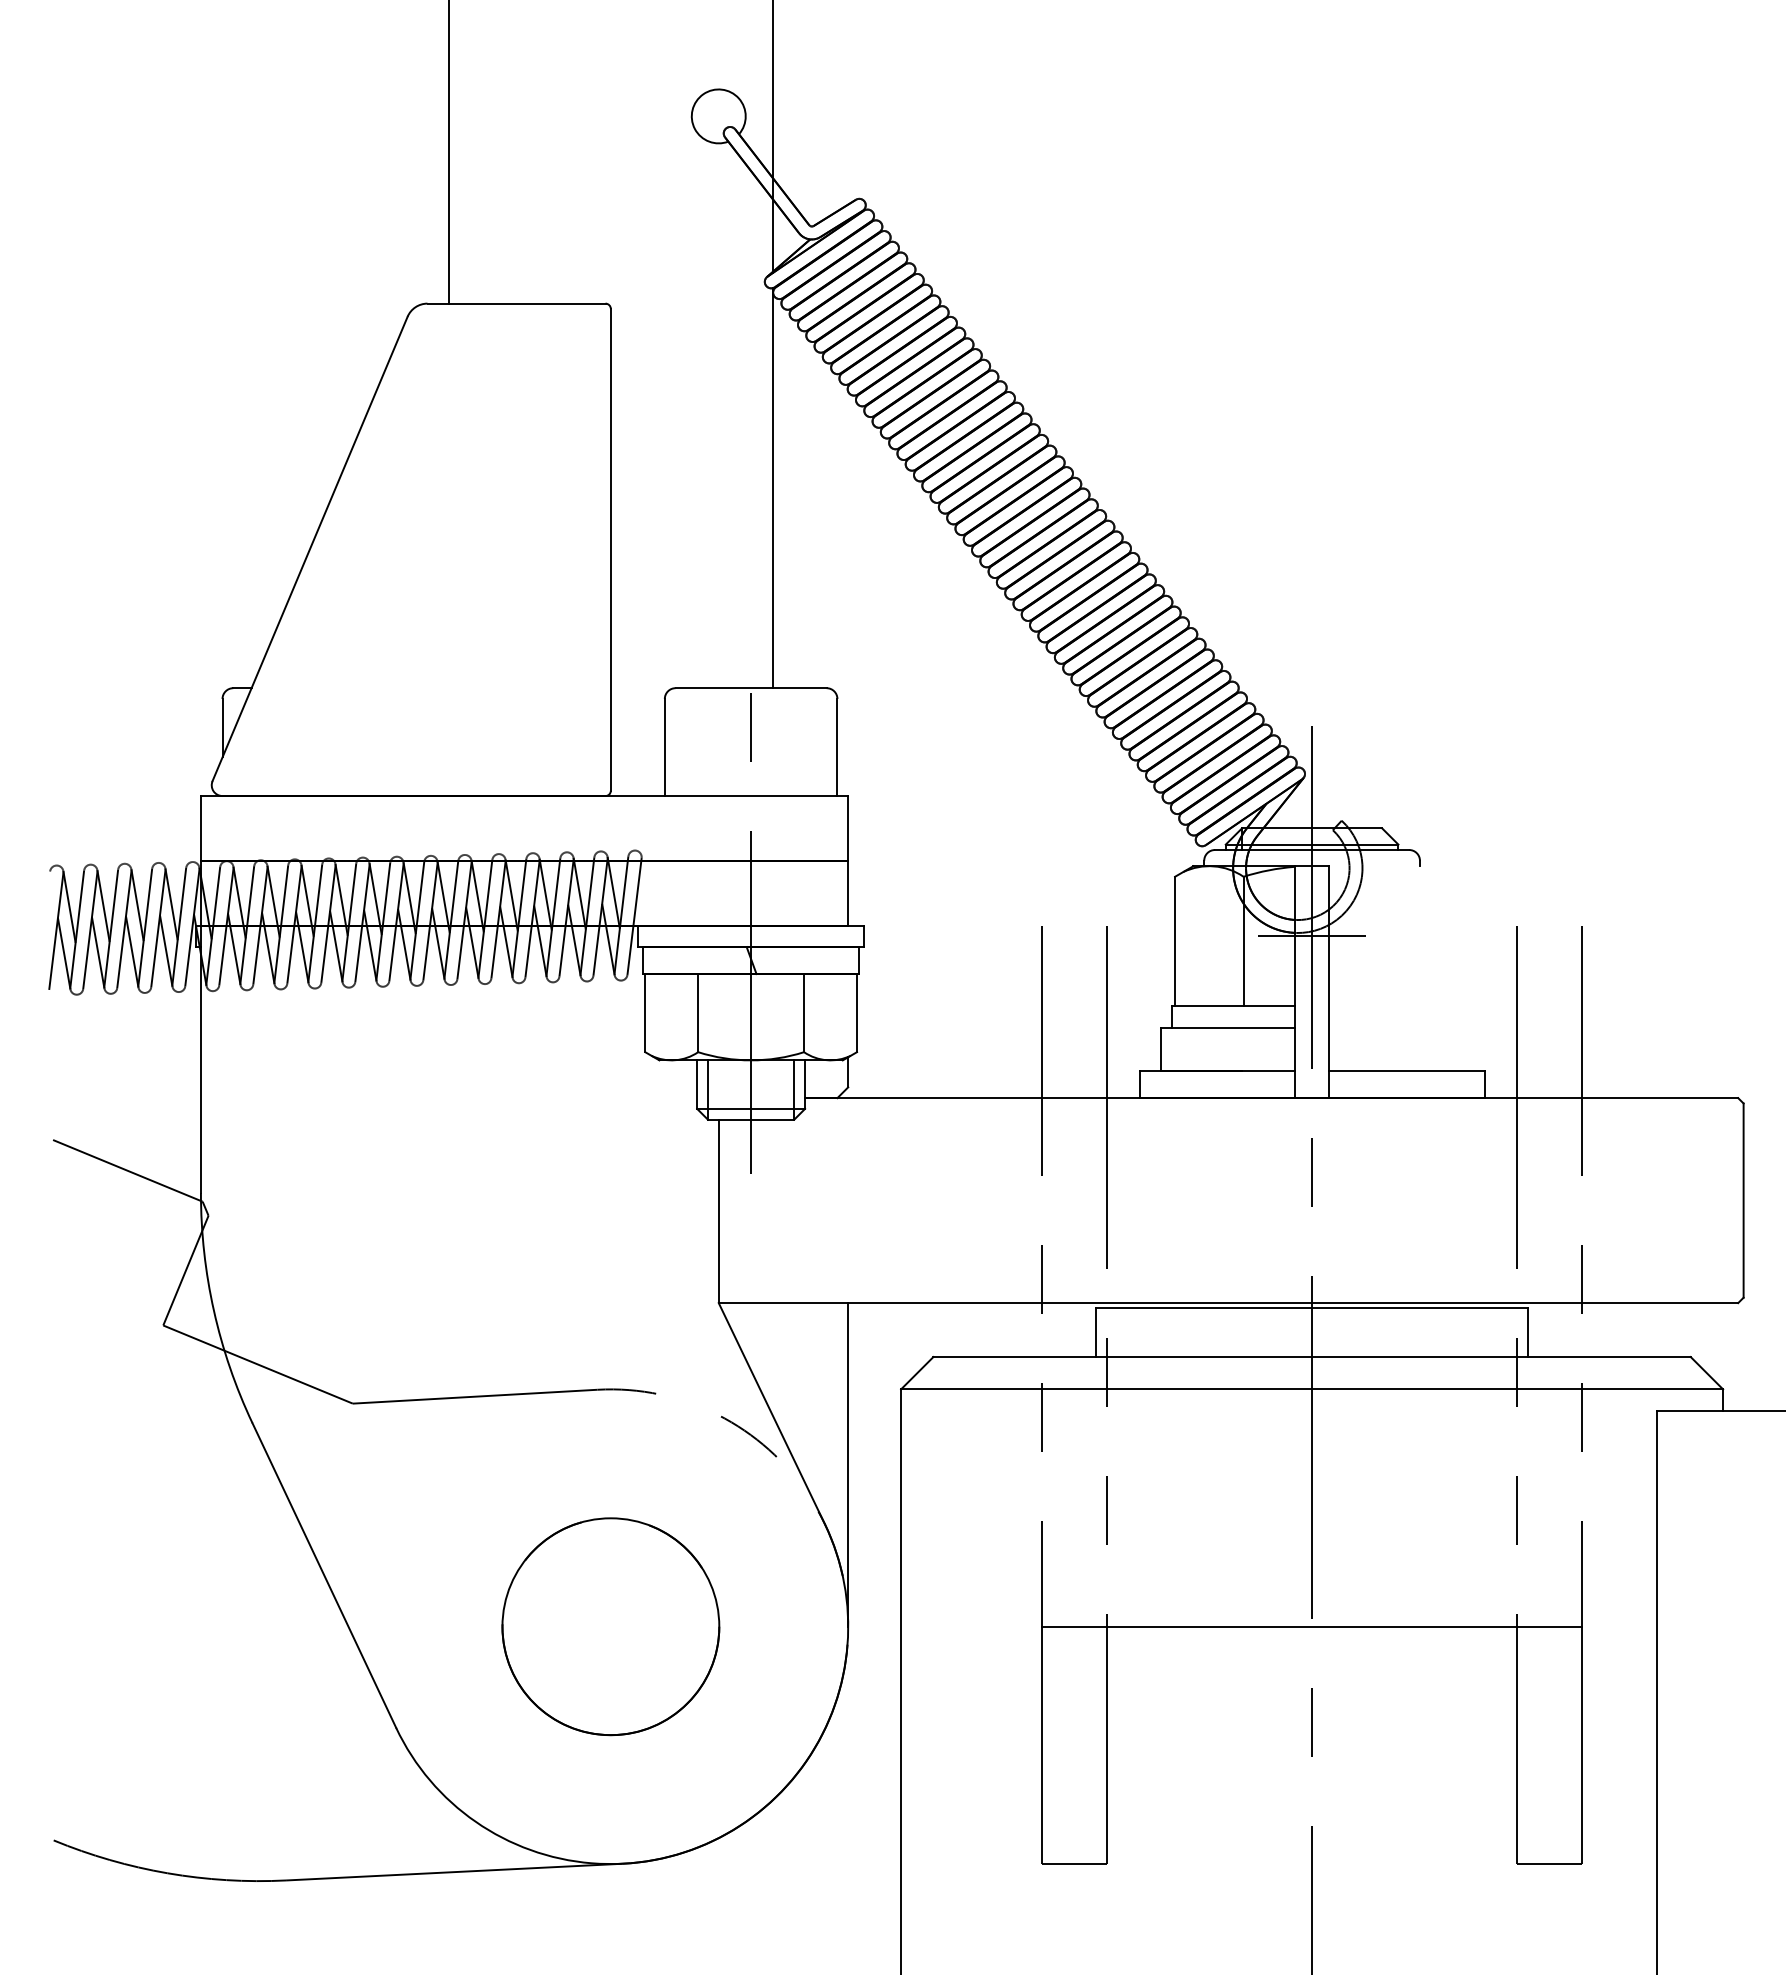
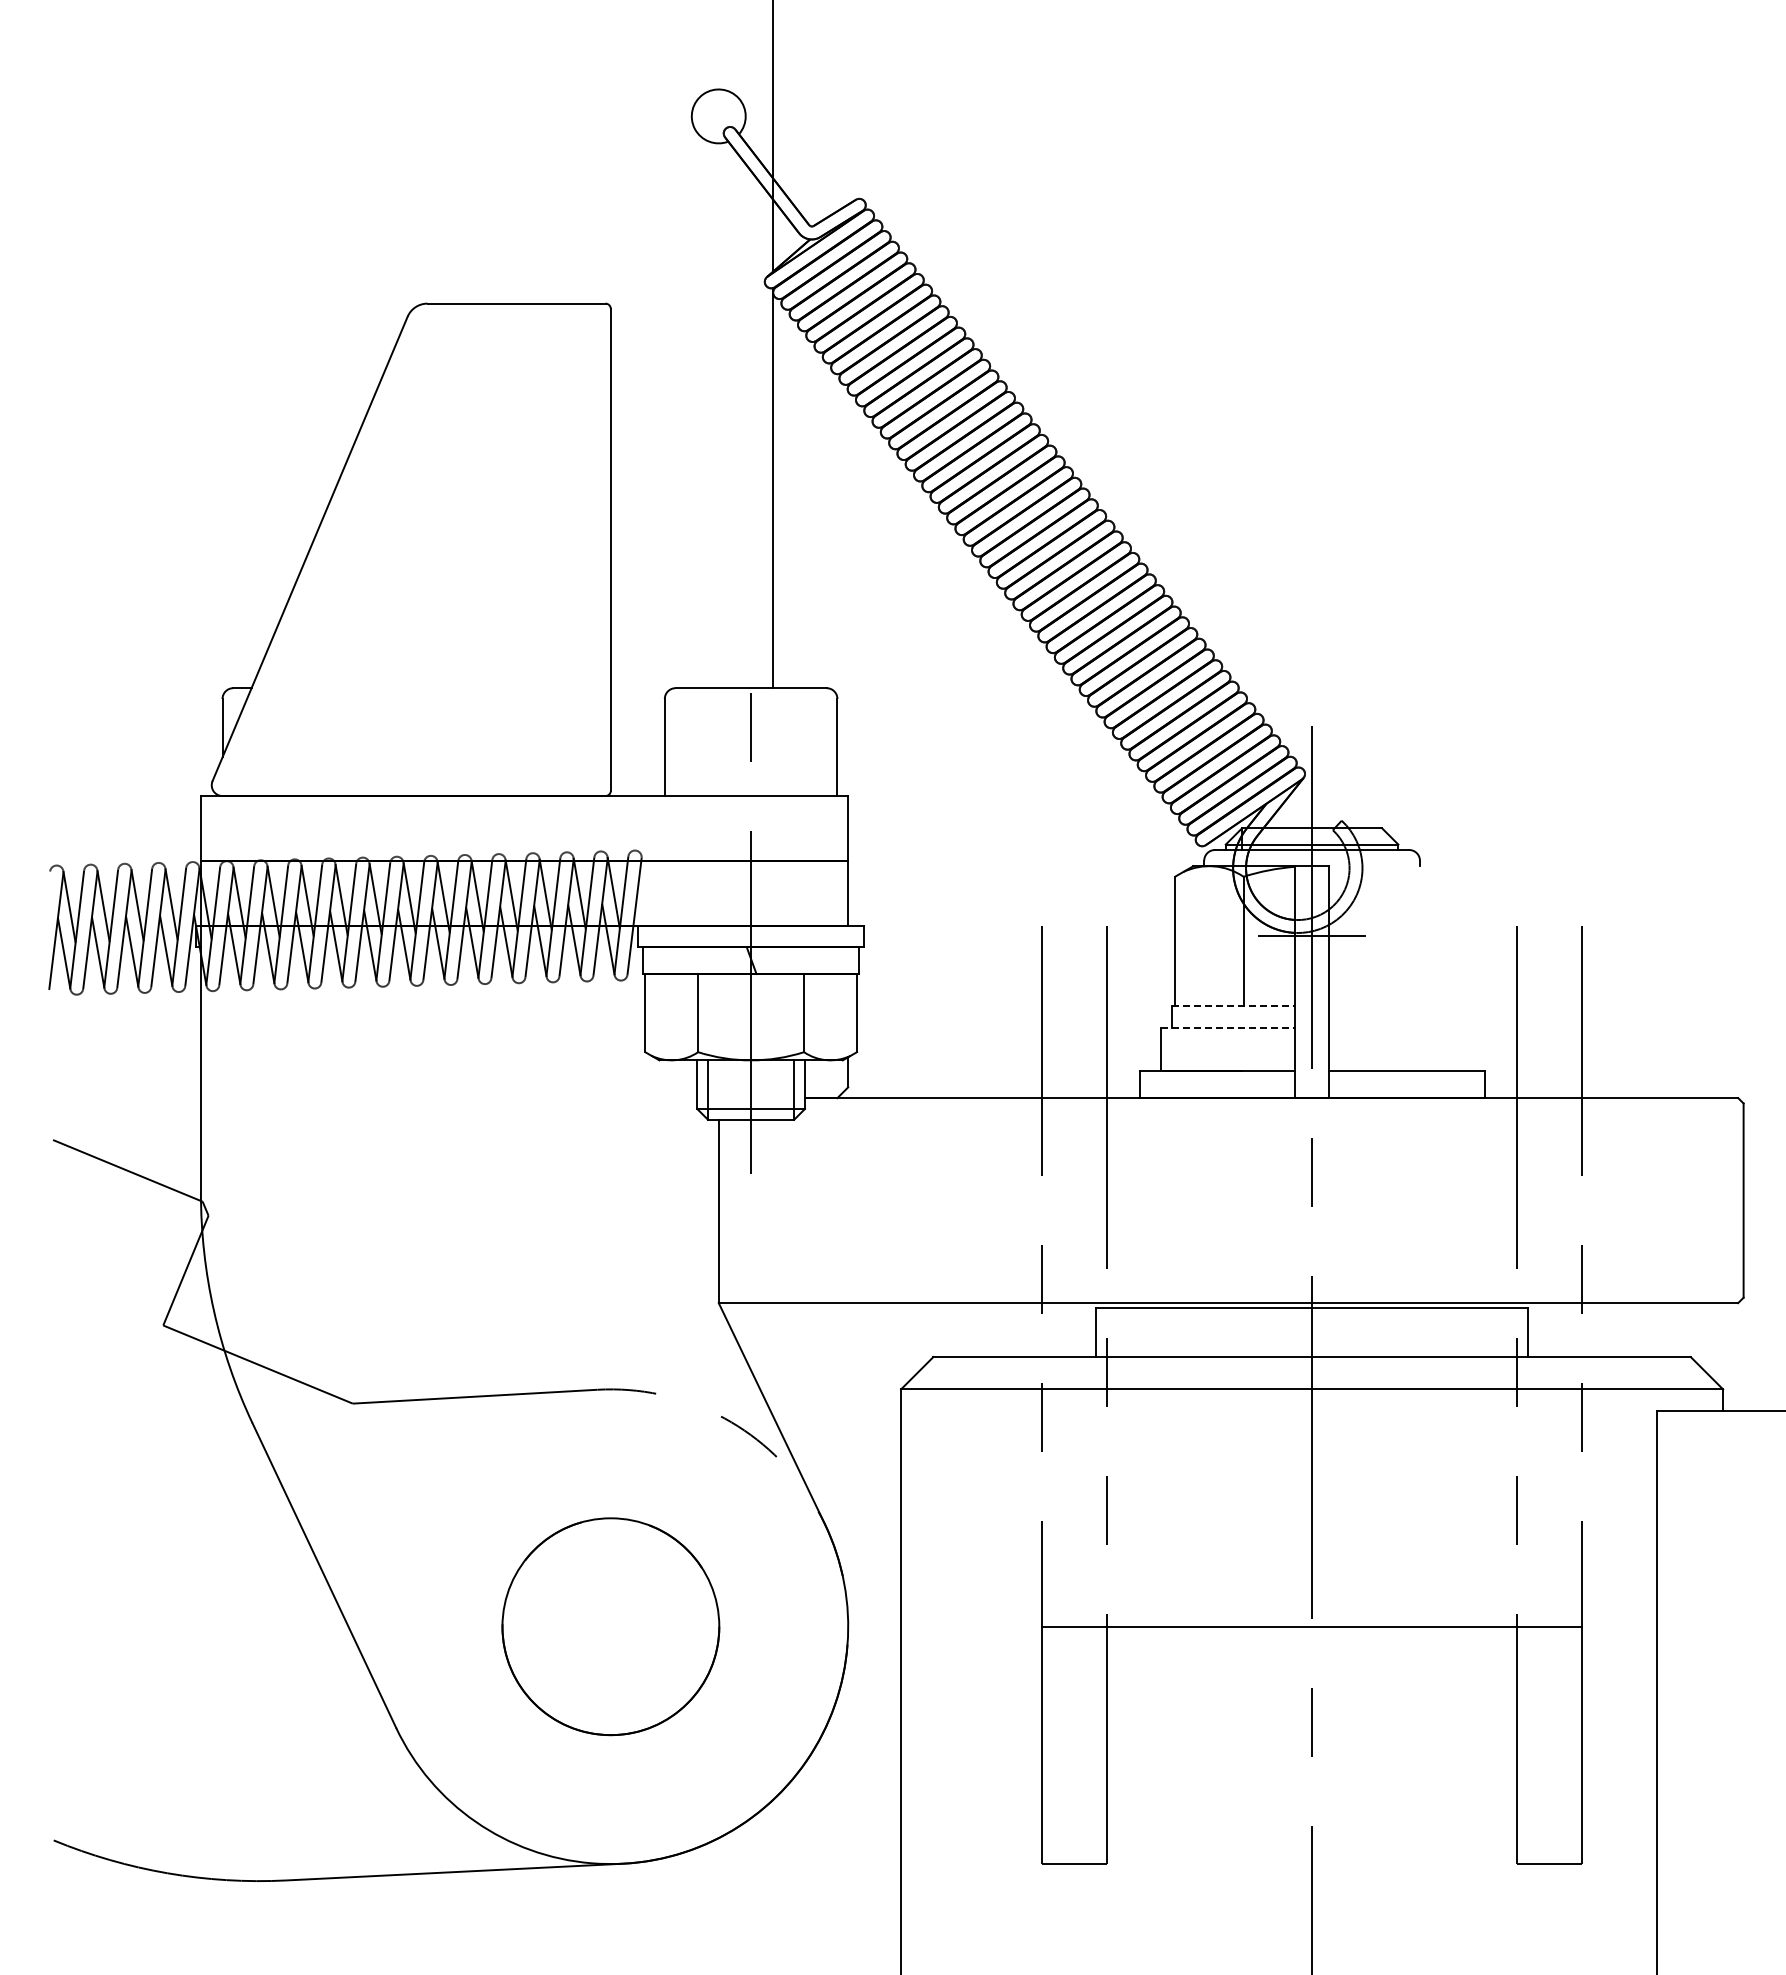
line at (449, 152): present -> none
line at (1233, 1006): solid -> dashed
line at (1227, 1028): solid -> dashed
line at (848, 1464): present -> none
